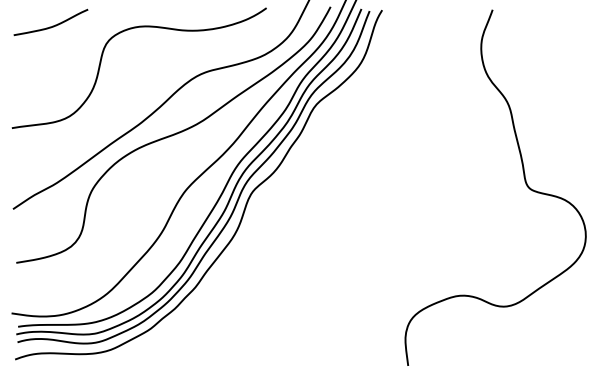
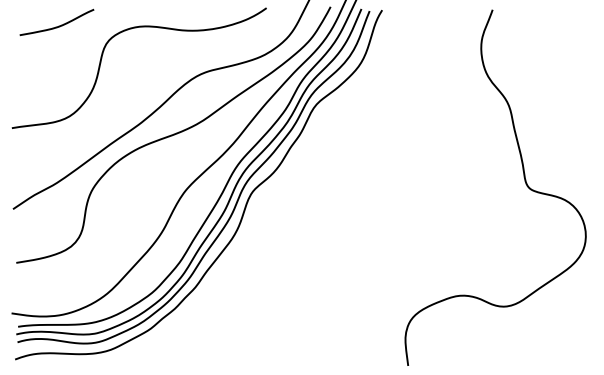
curve at (52, 25) position: (52, 25) -> (58, 25)
